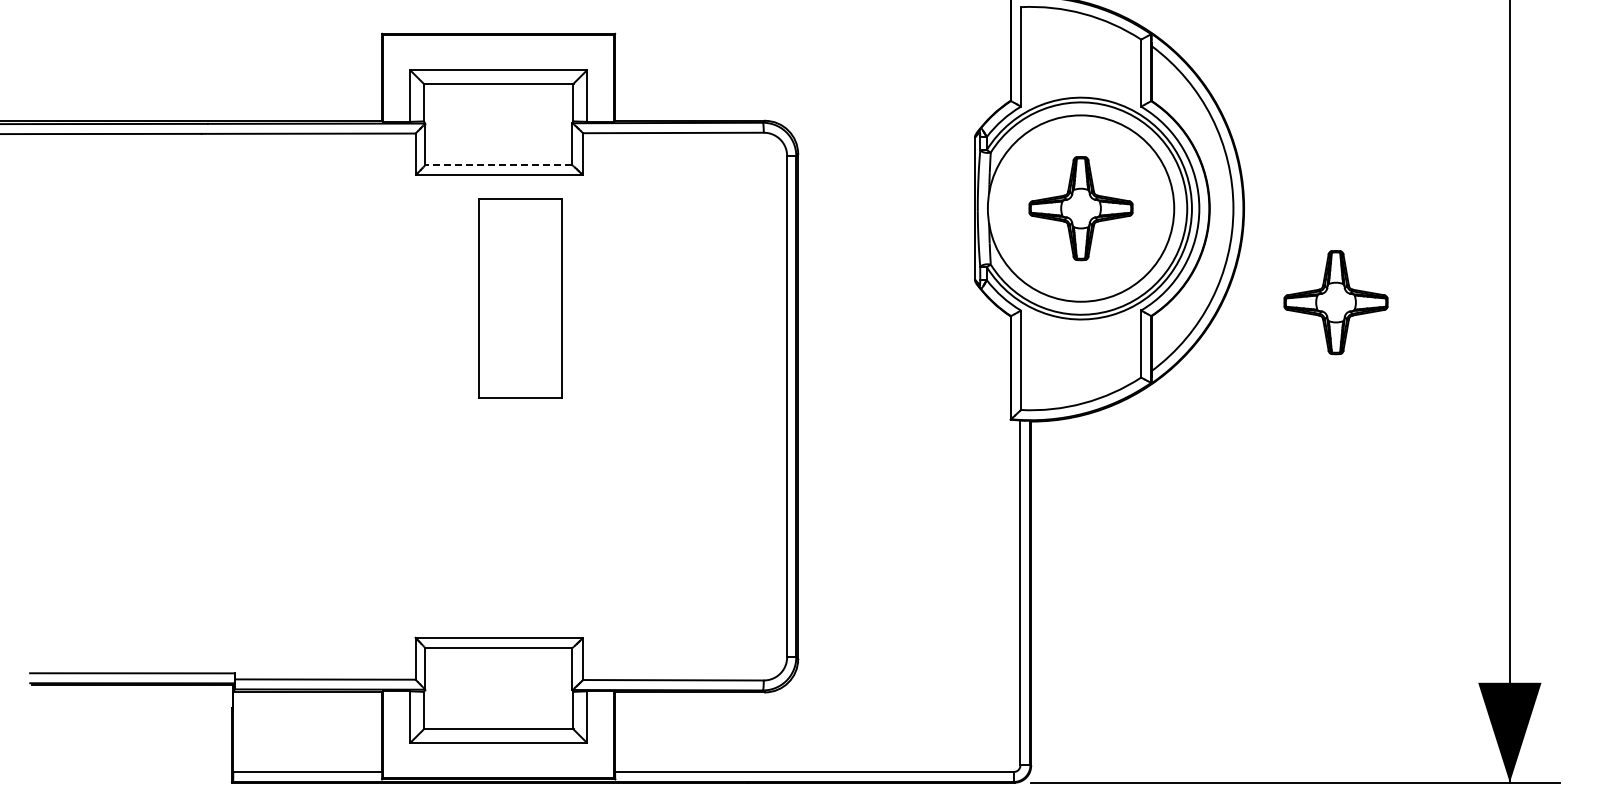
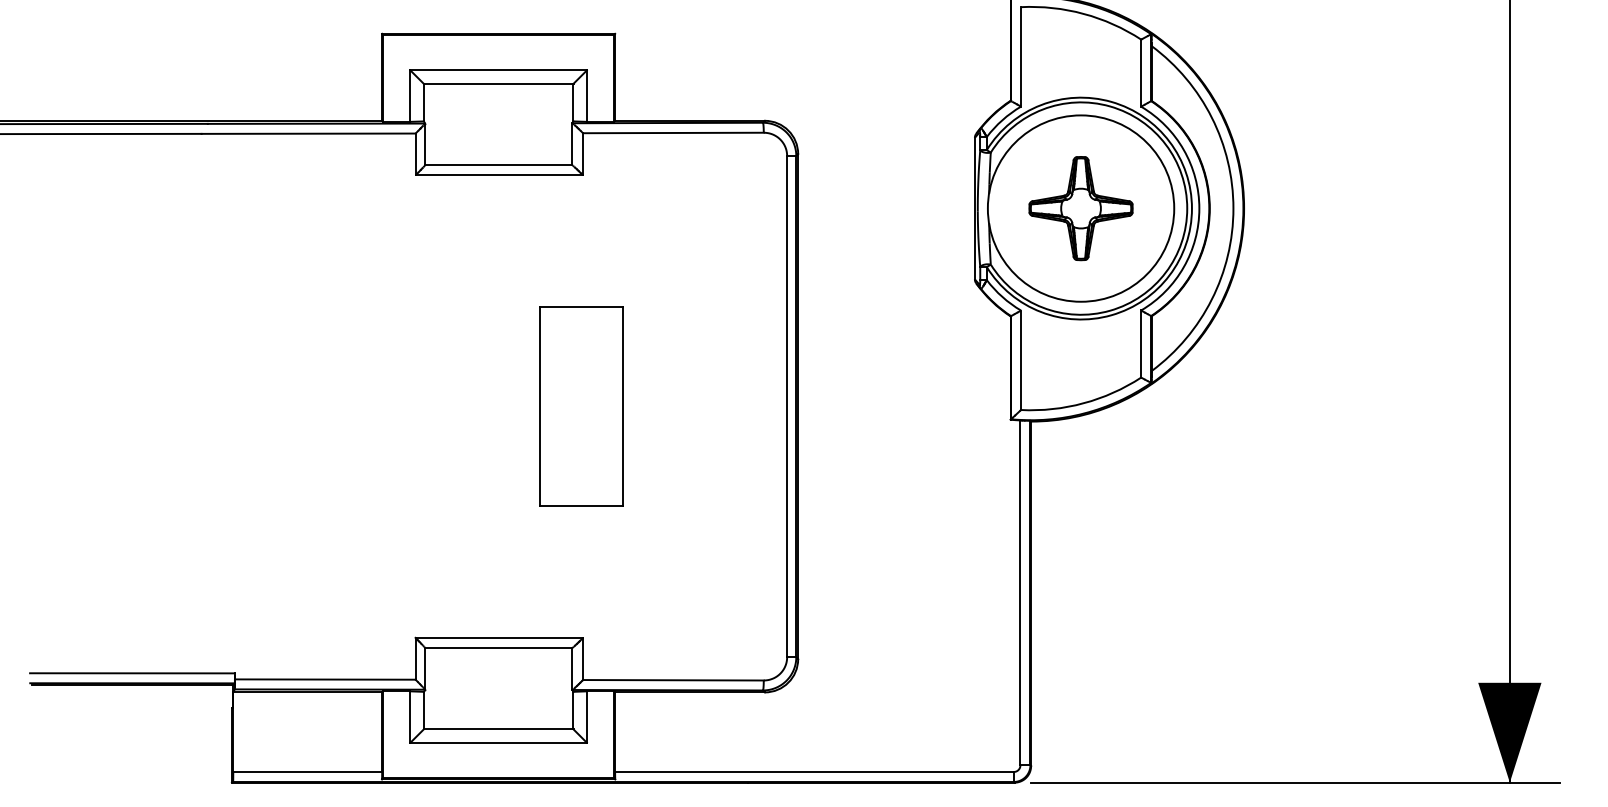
line at (498, 165): dashed -> solid
part at (520, 298) position: (520, 298) -> (581, 406)
part at (1335, 302): present -> none
